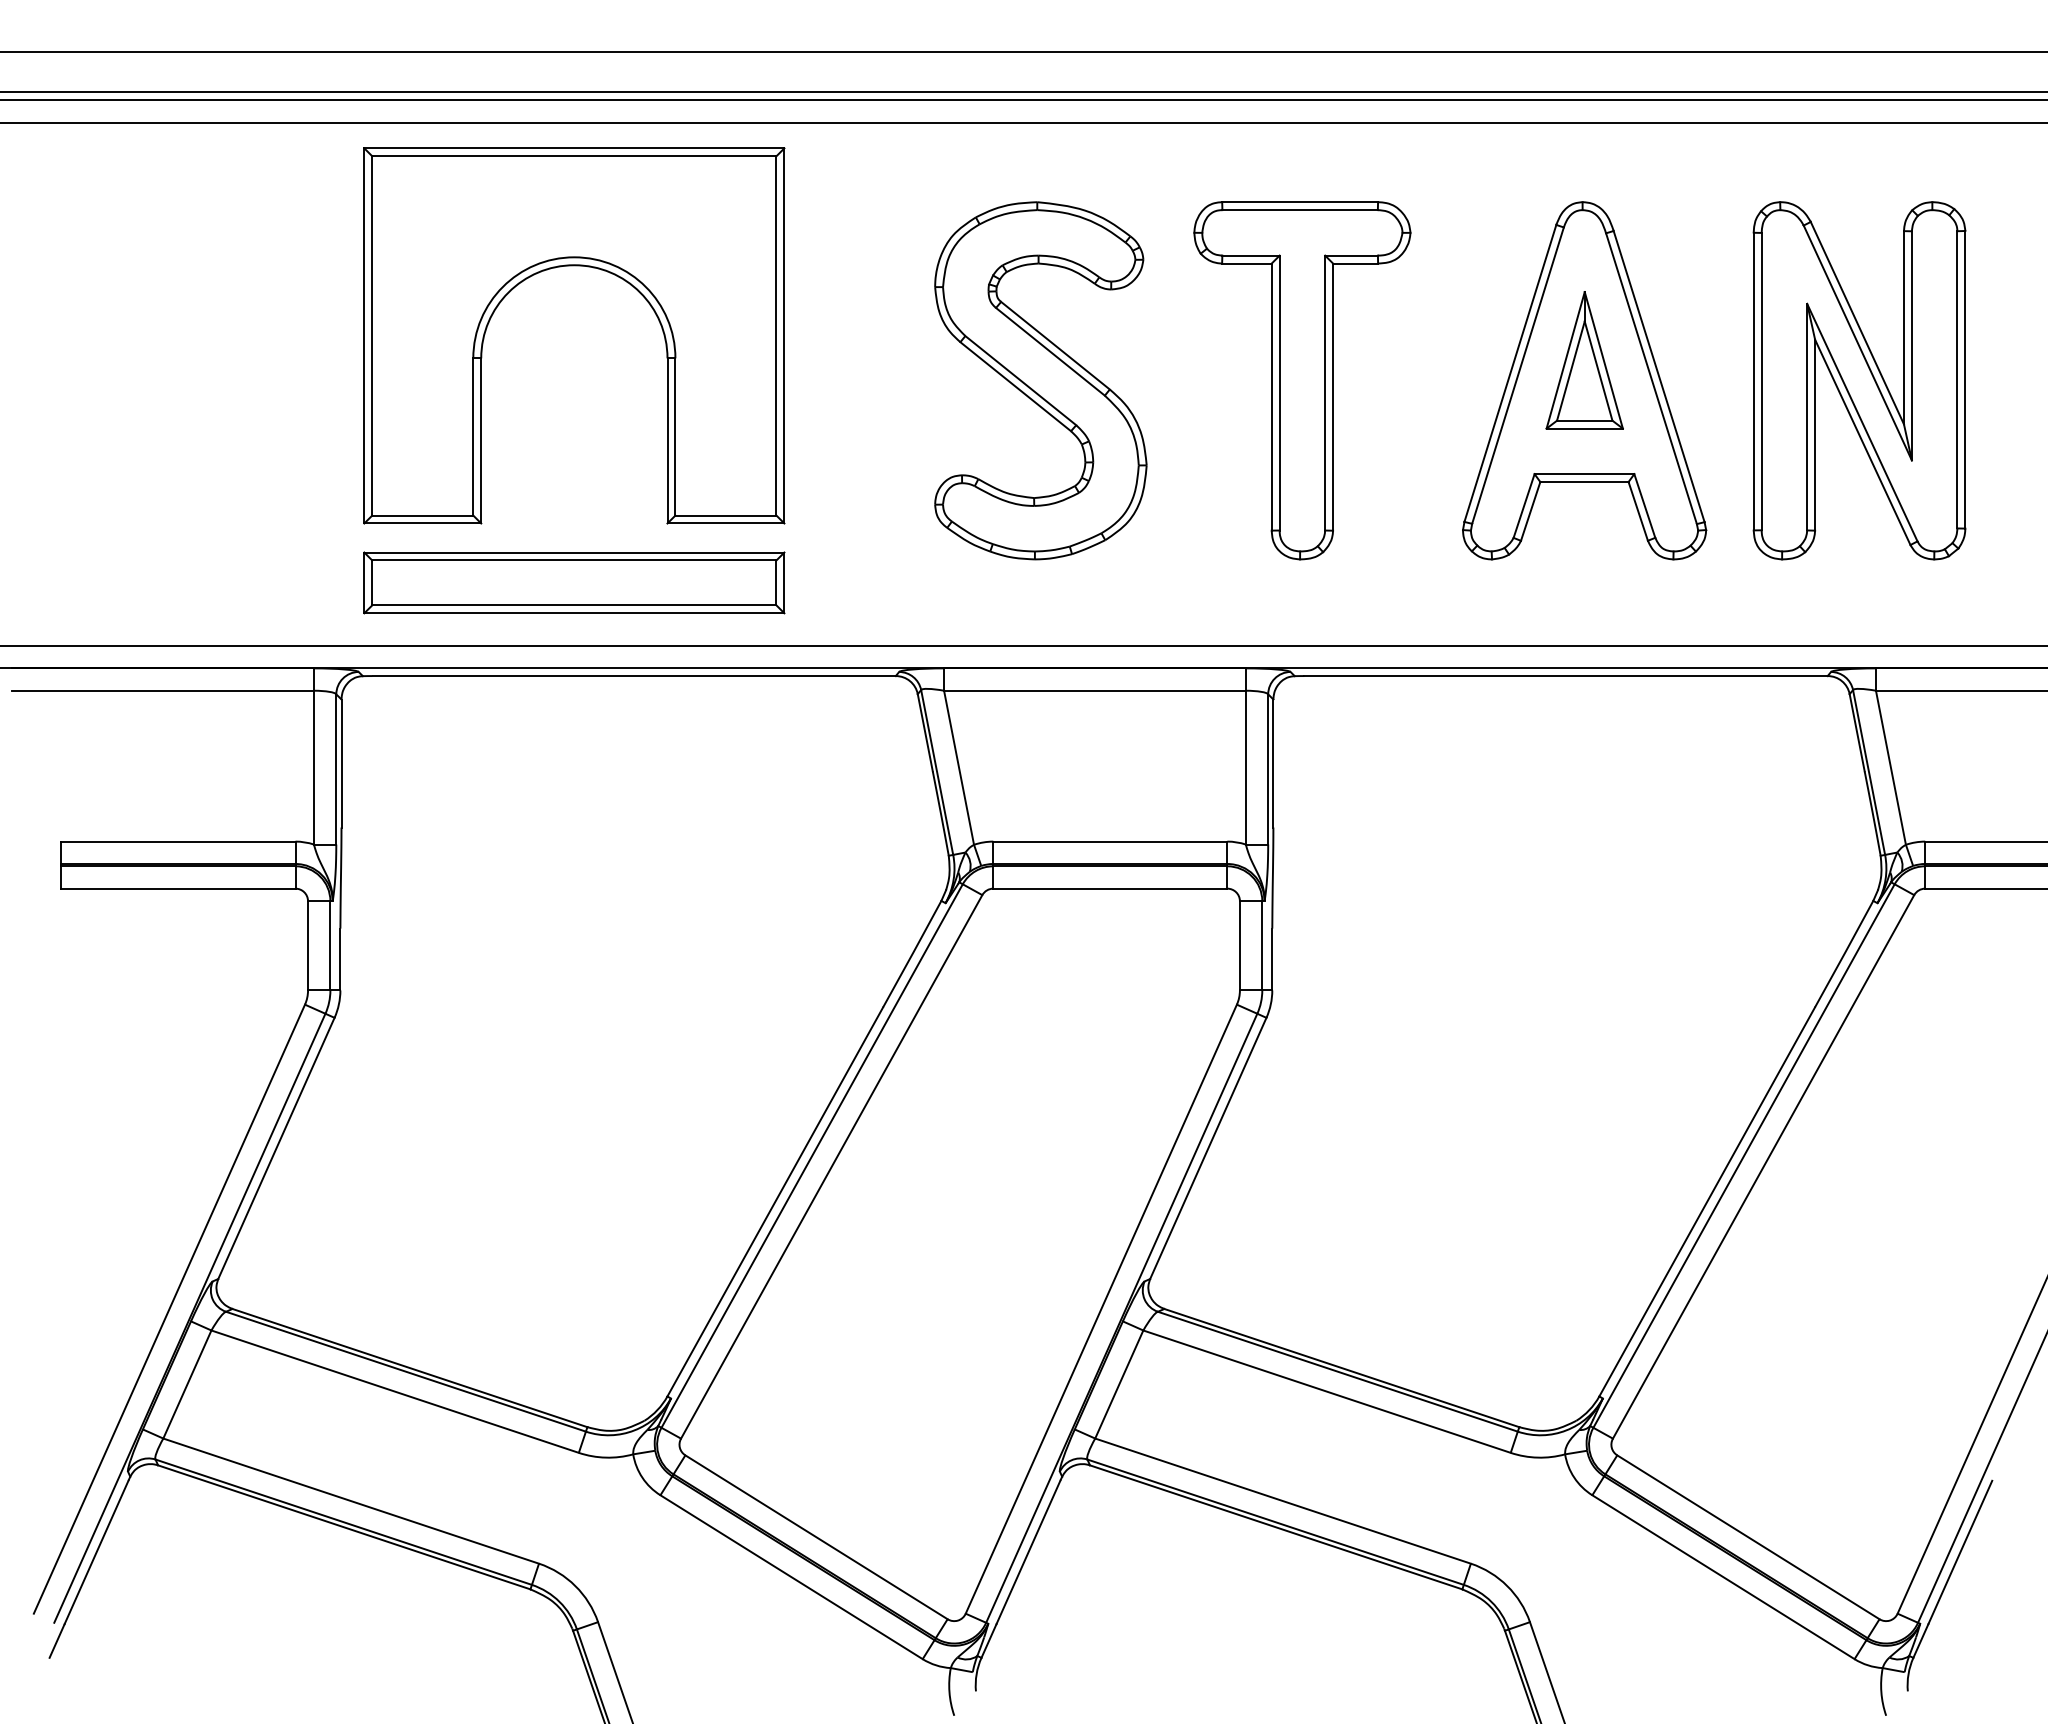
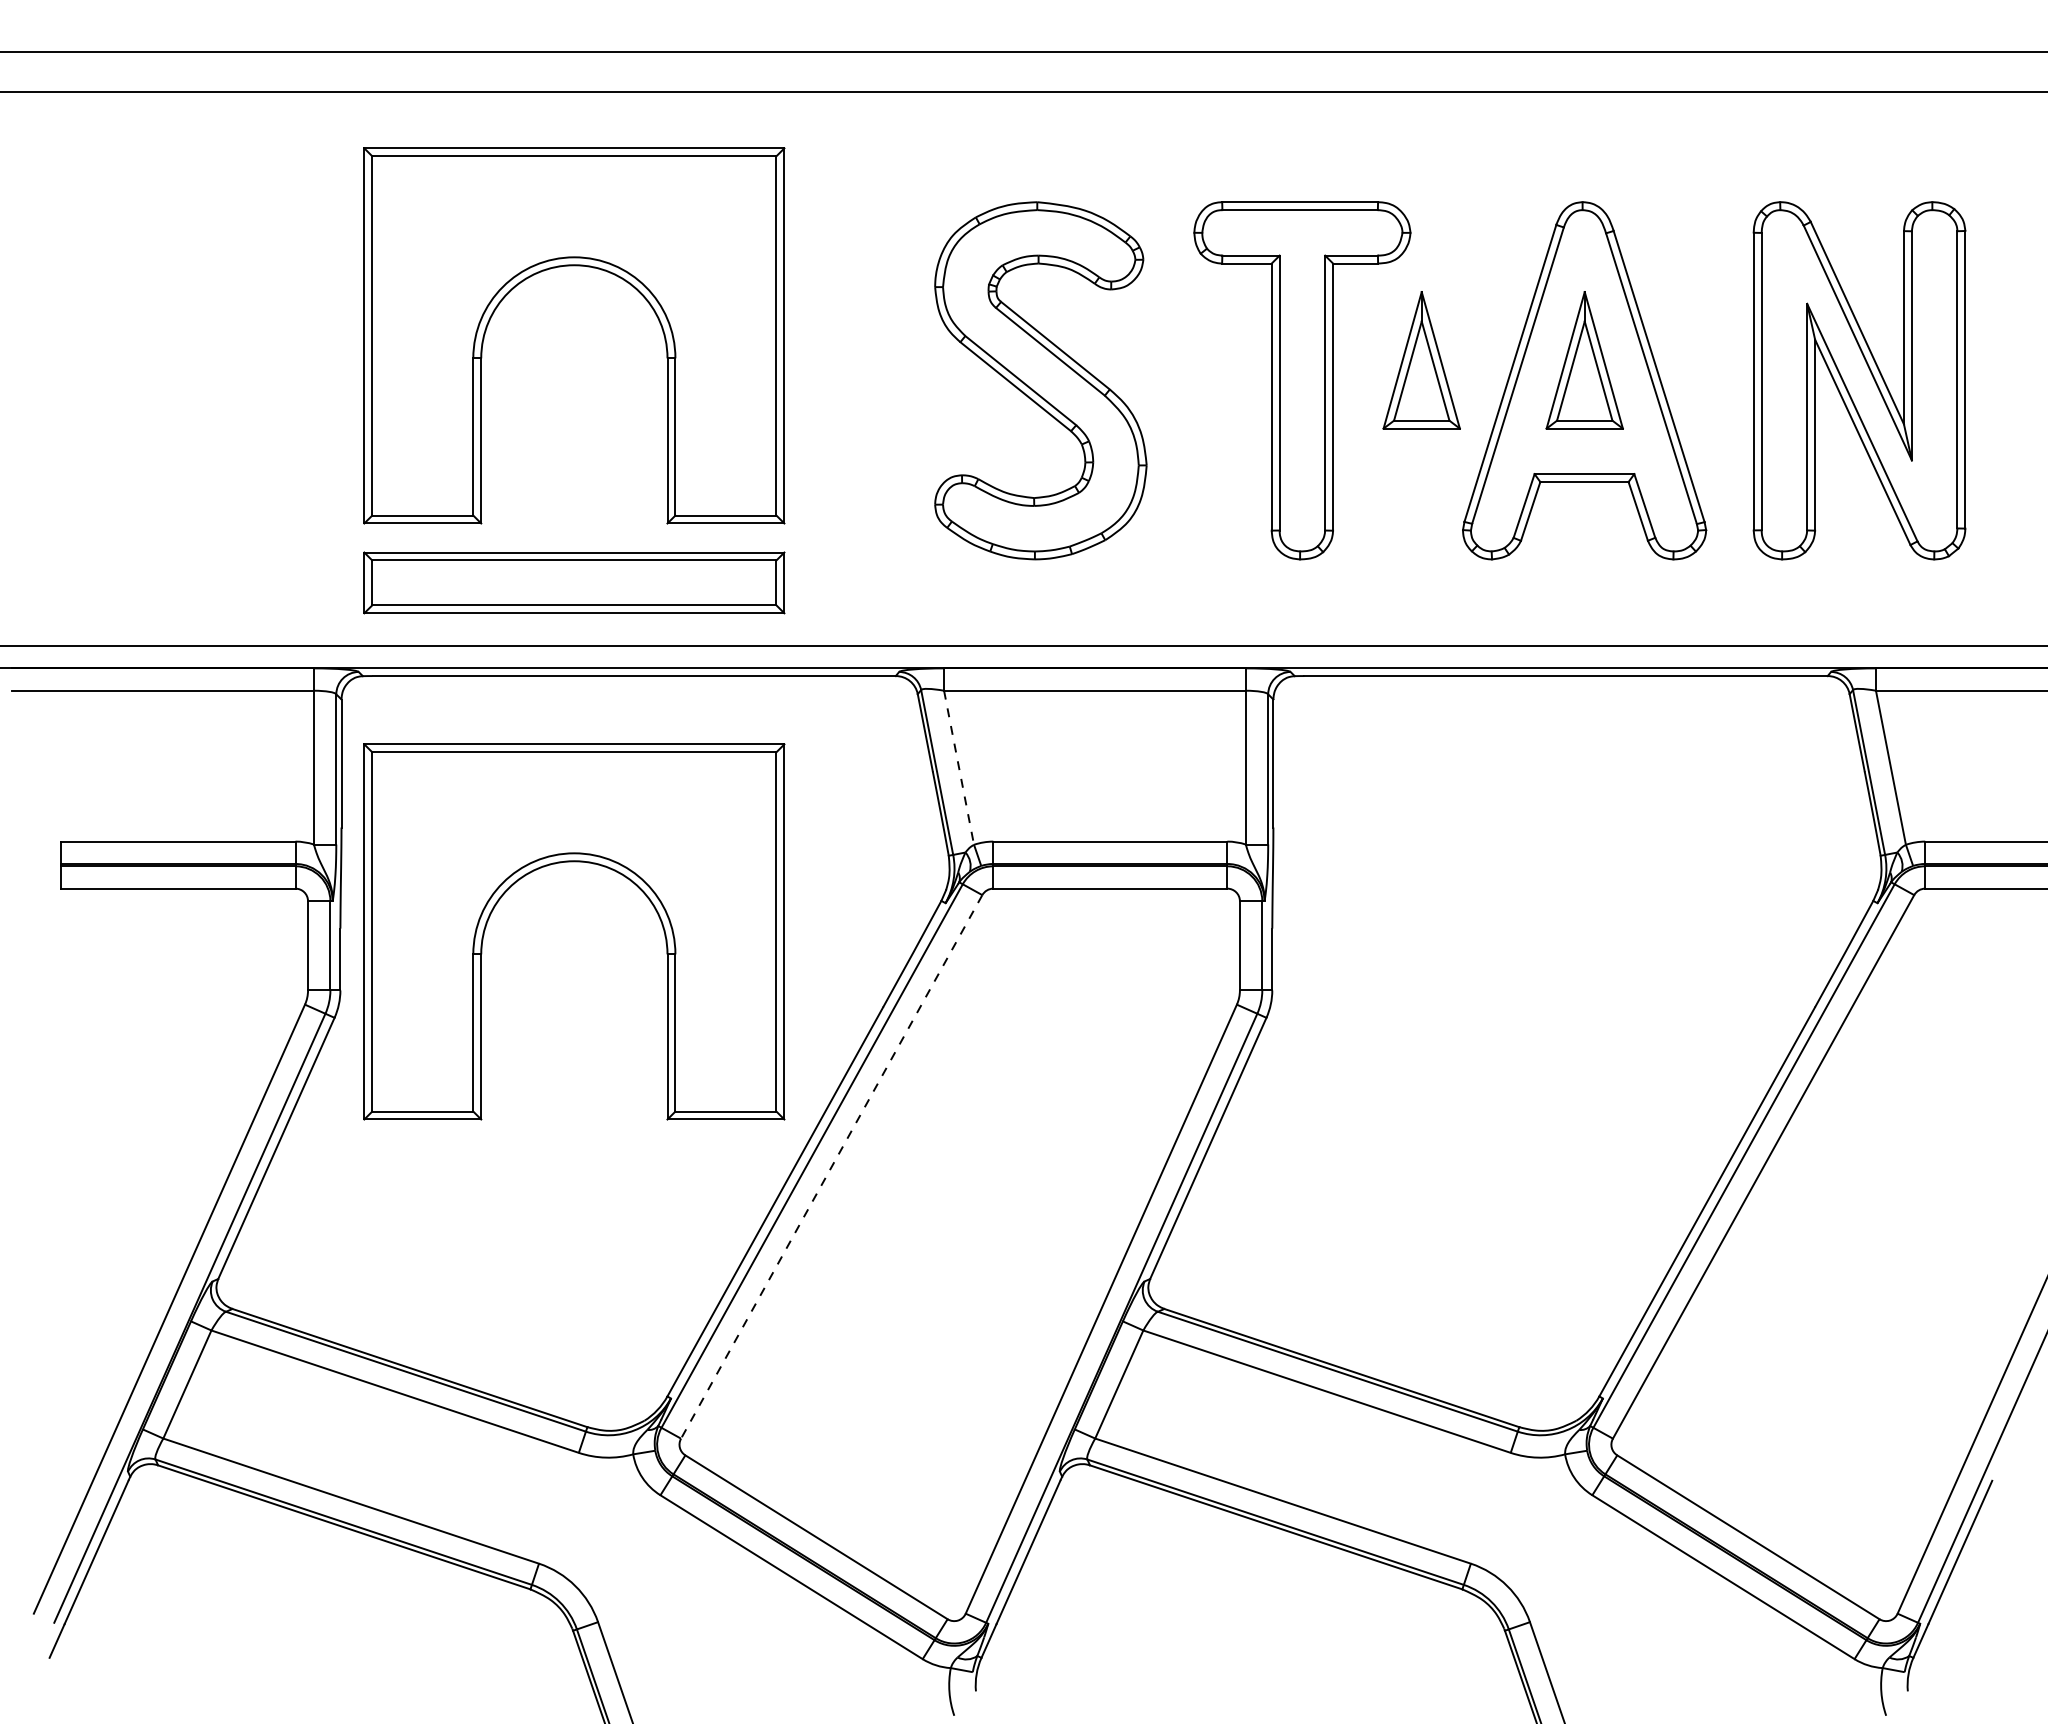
line at (1023, 100): present -> none
line at (1023, 122): present -> none
part at (1421, 360): none -> present
line at (959, 768): solid -> dashed
part at (574, 862): none -> present
line at (831, 1166): solid -> dashed
